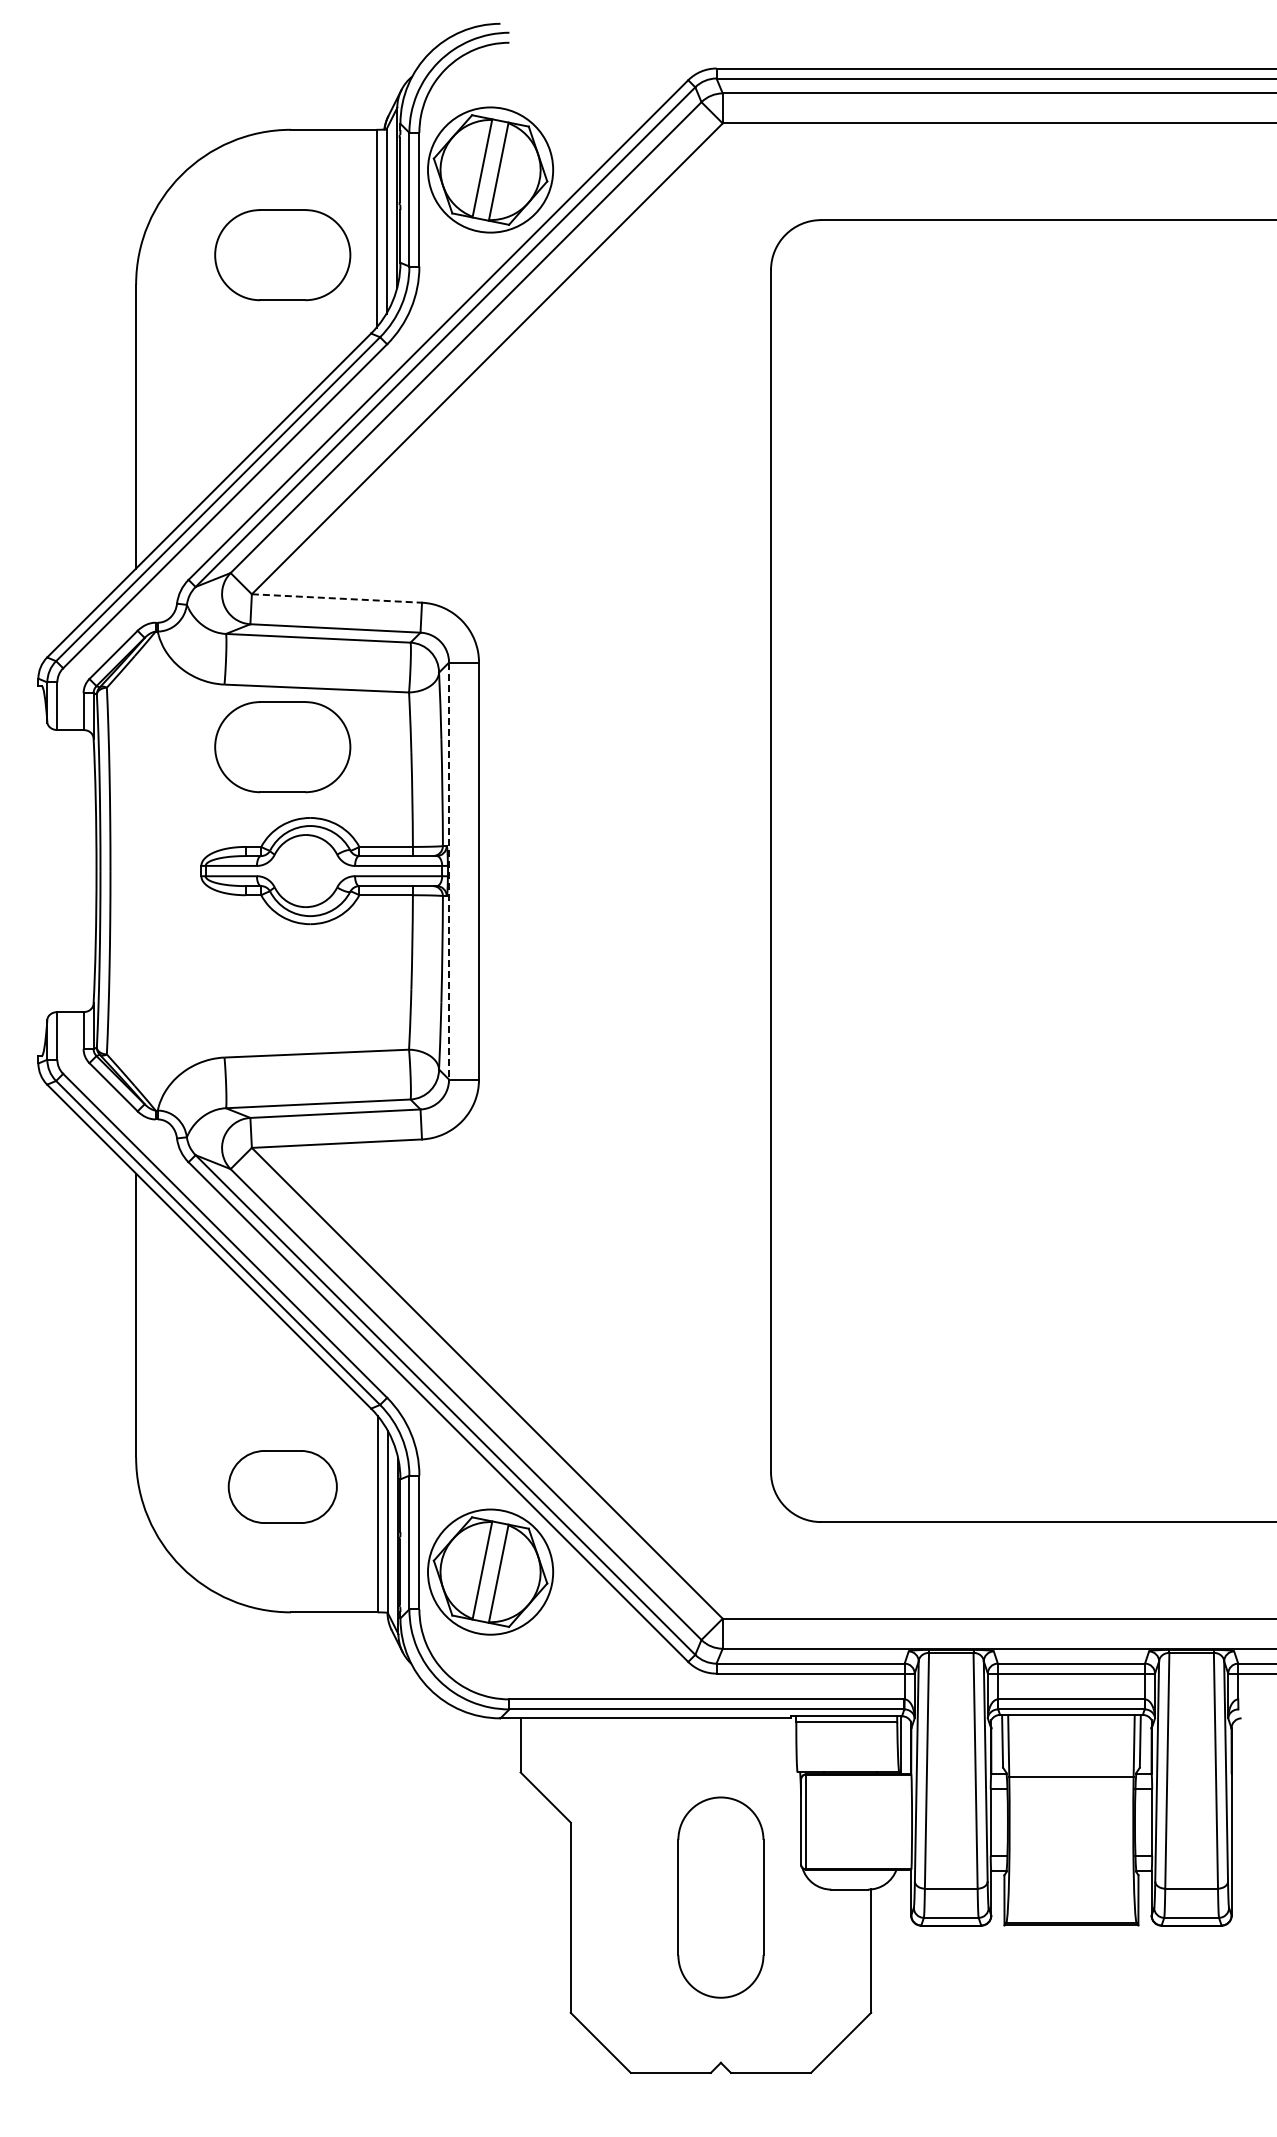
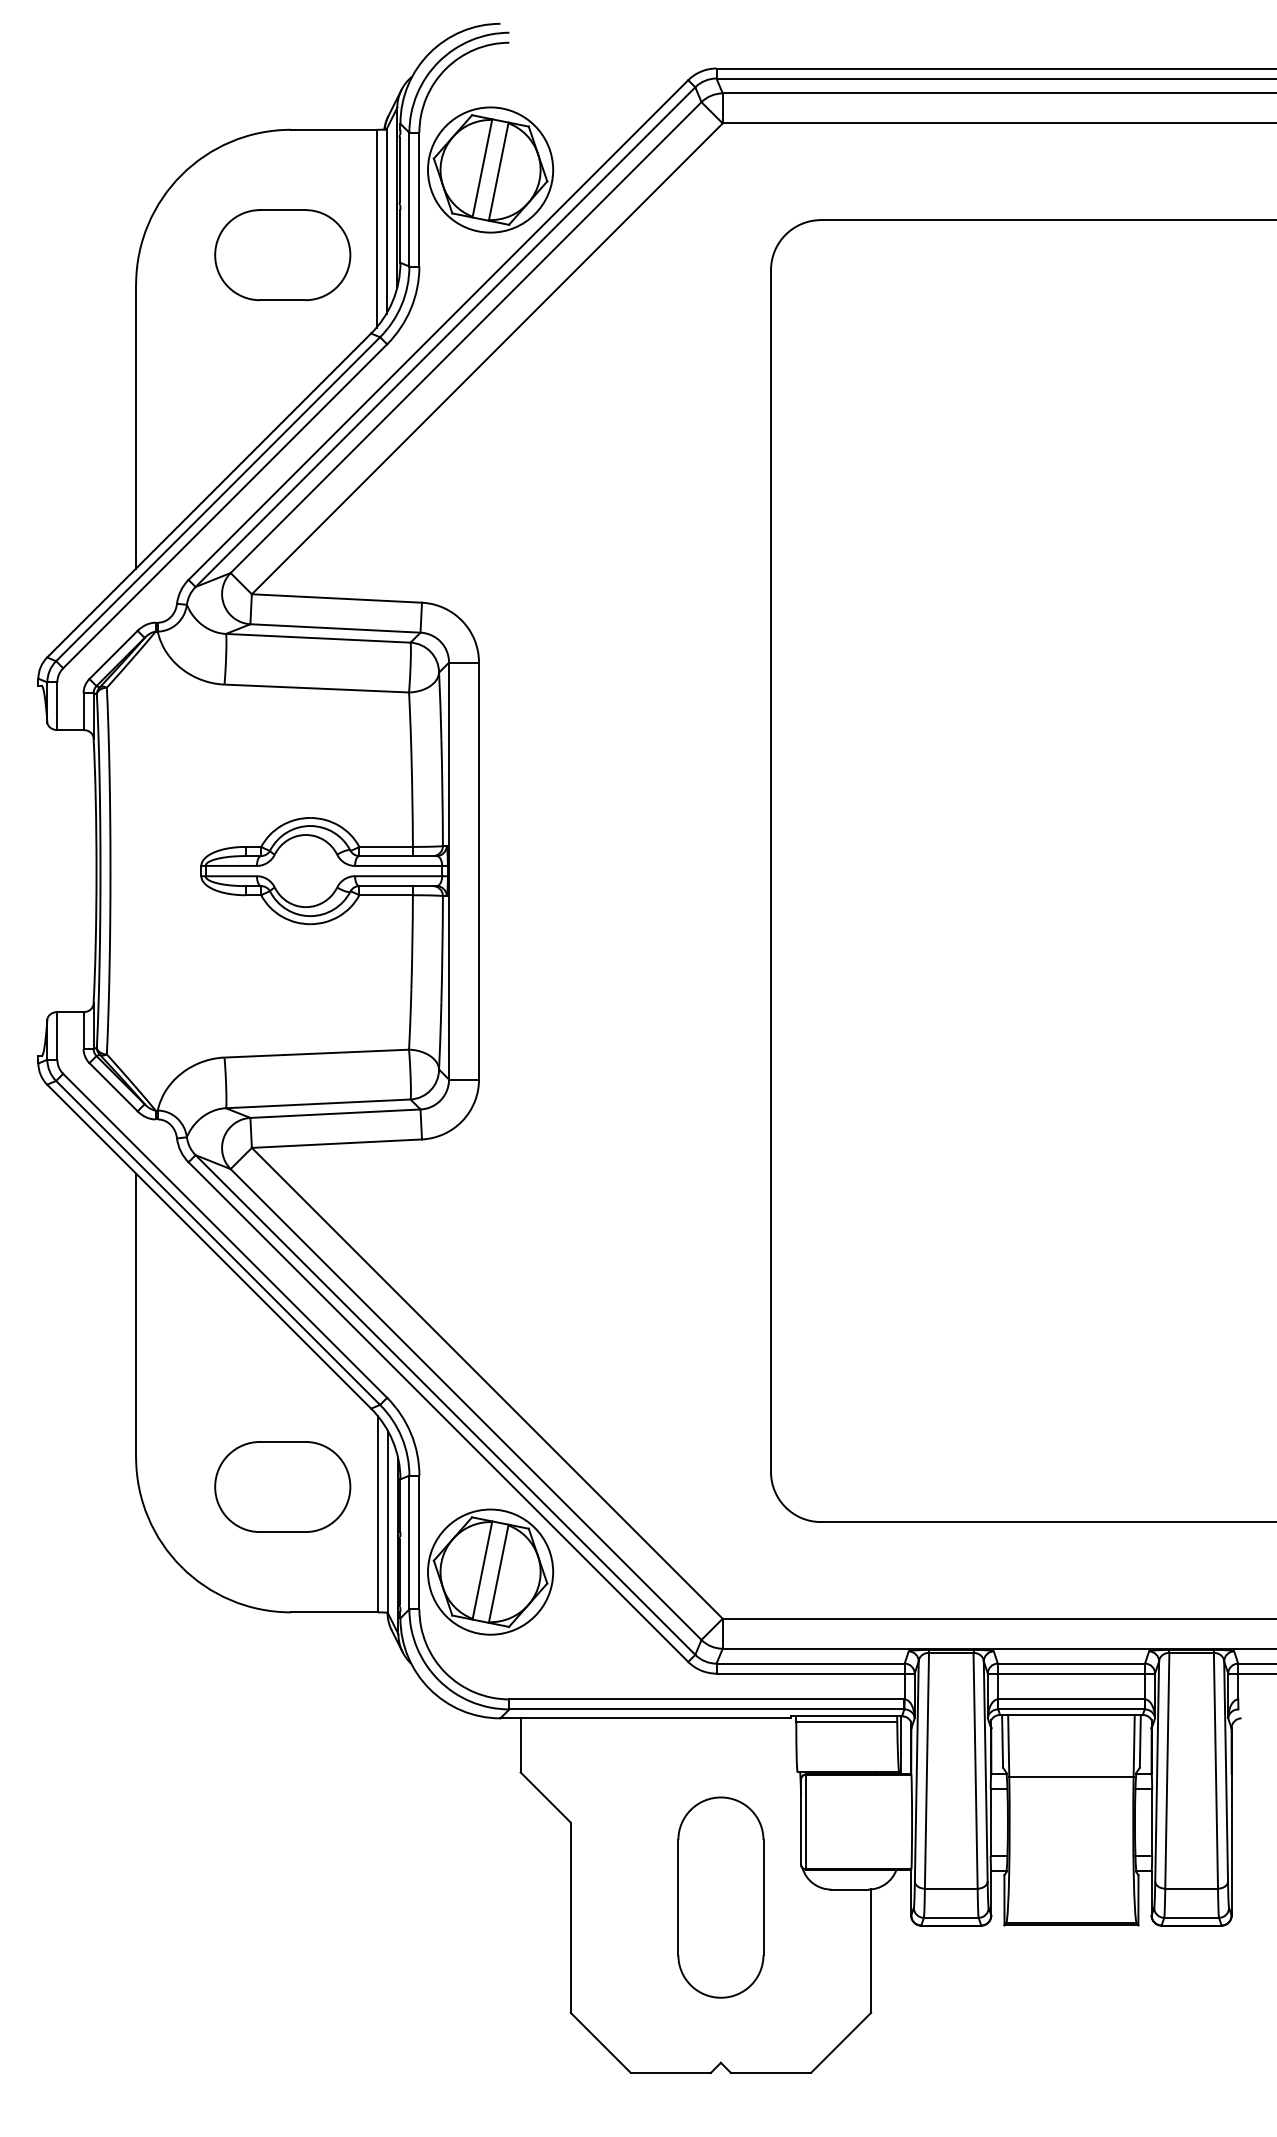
line at (337, 598): dashed -> solid
part at (282, 747): present -> none
line at (449, 871): dashed -> solid
part at (282, 1486) size: 111x74 px -> 138x92 px
